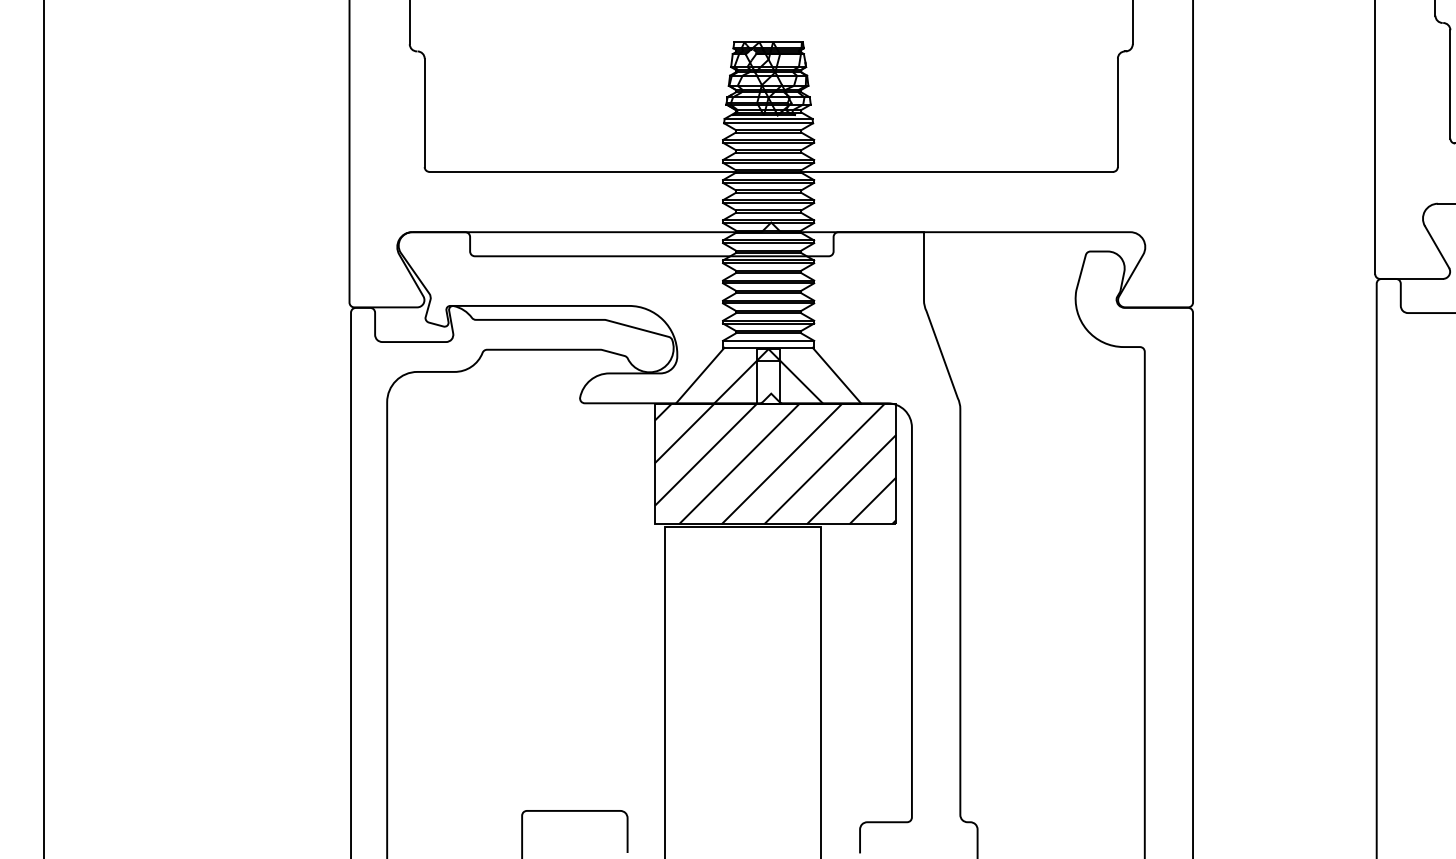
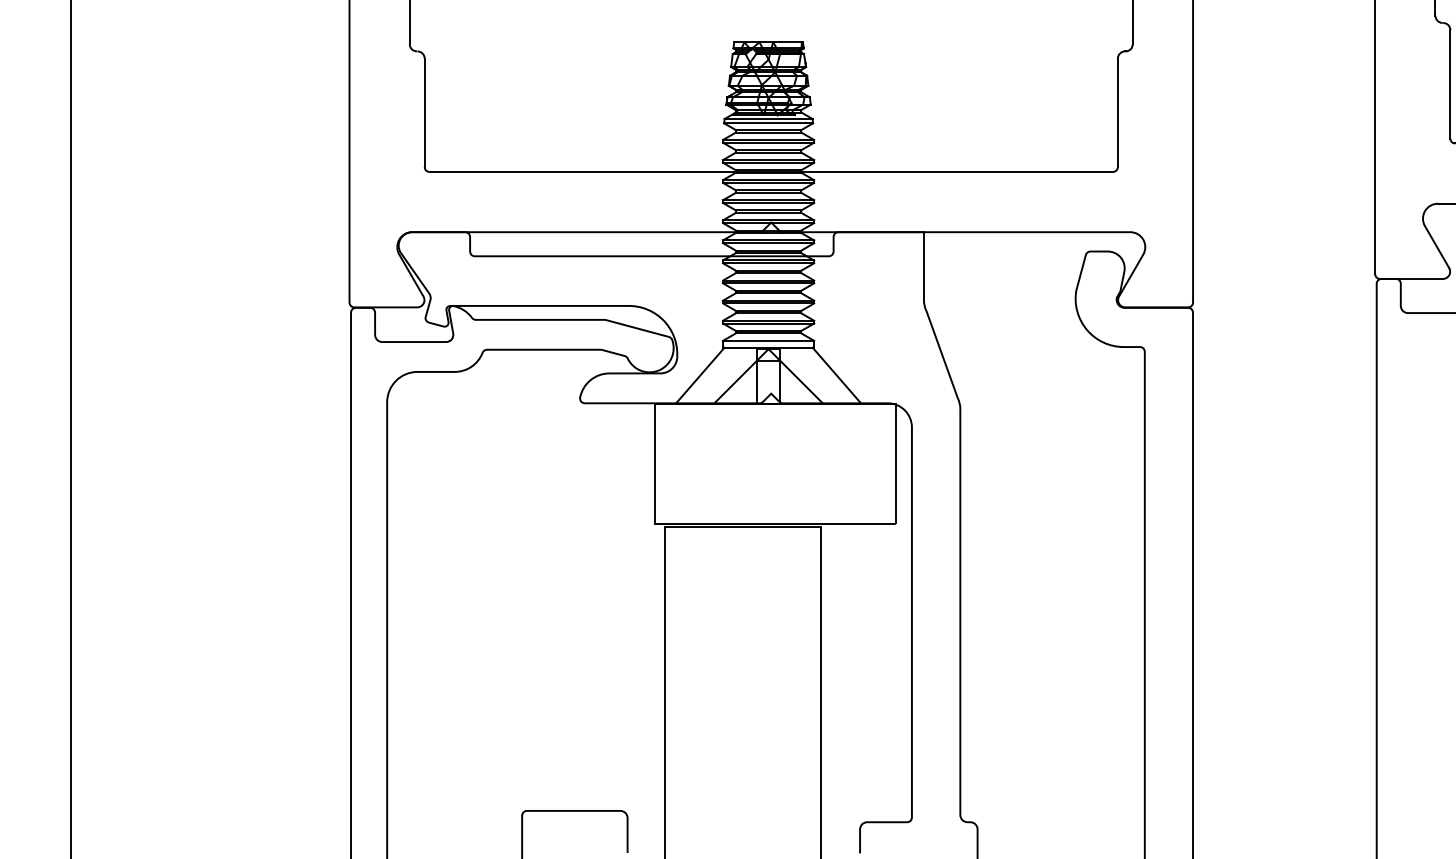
line at (43, 428) position: (43, 428) -> (70, 428)
hatch at (775, 463): present -> none
